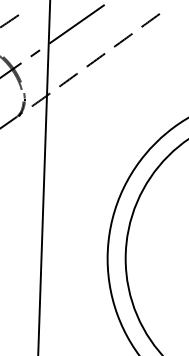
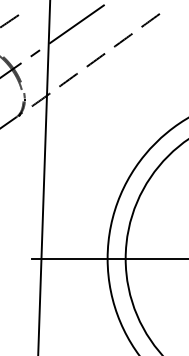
line at (108, 258): none -> present
